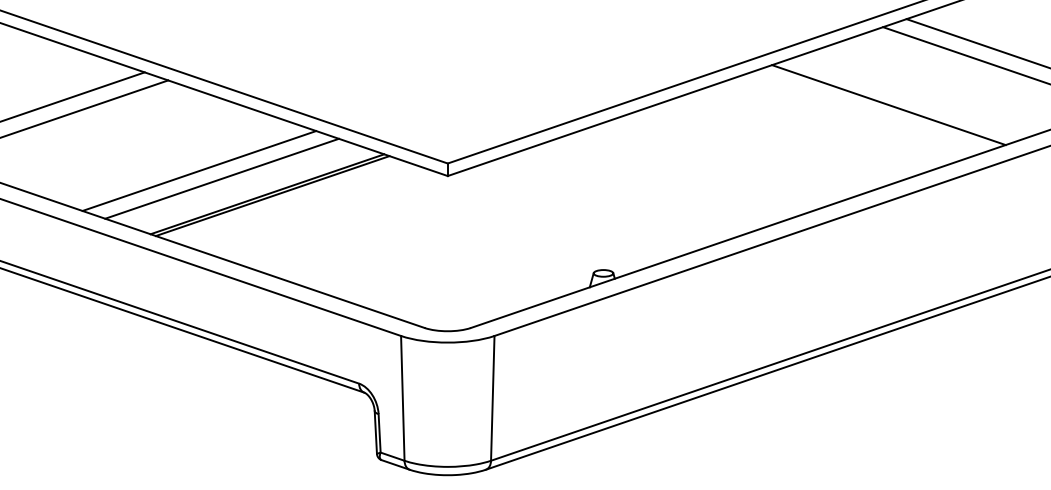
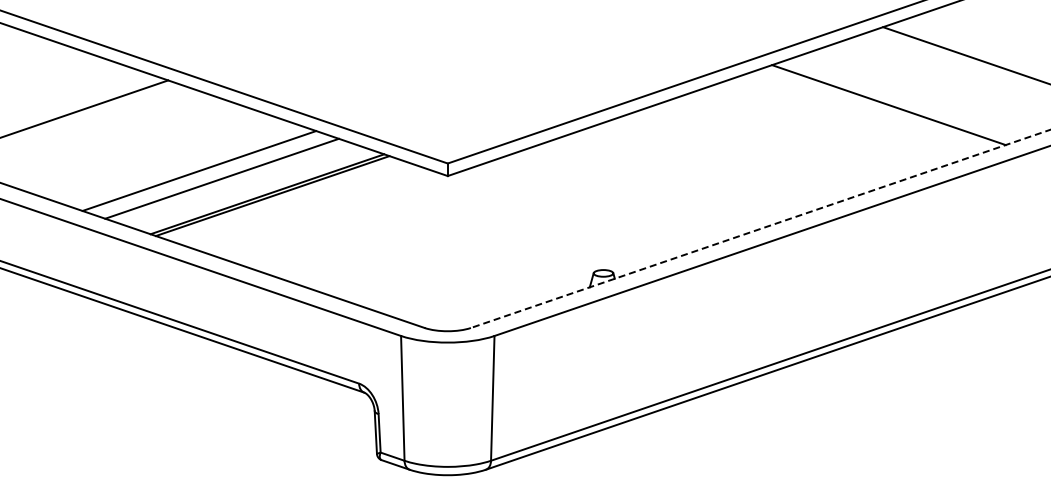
line at (976, 43): present -> none
line at (73, 96): present -> none
line at (760, 229): solid -> dashed
